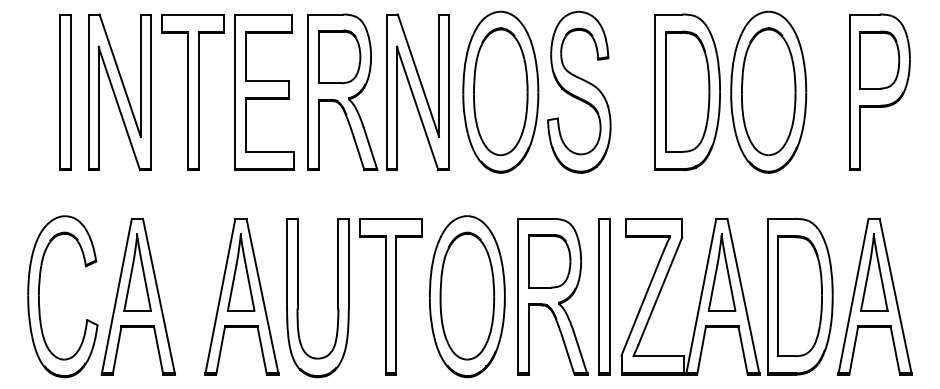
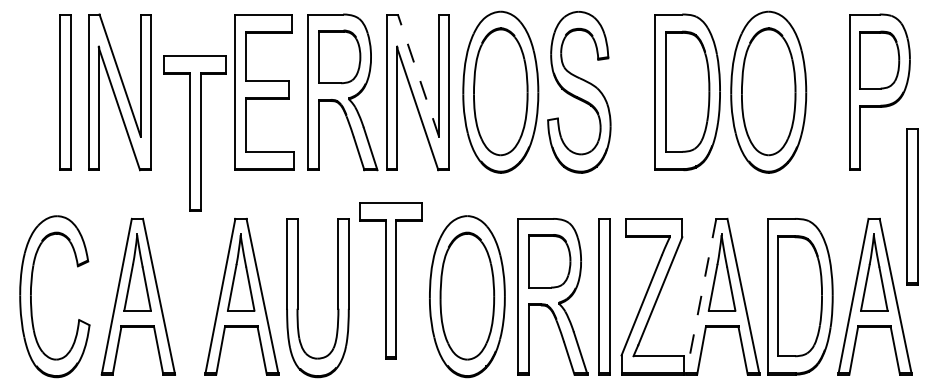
line at (418, 75): solid -> dashed
part at (192, 92) position: (192, 92) -> (194, 133)
part at (912, 206): none -> present
part at (39, 296) position: (39, 296) -> (31, 296)
part at (390, 296) position: (390, 296) -> (390, 280)
line at (701, 297): solid -> dashed
